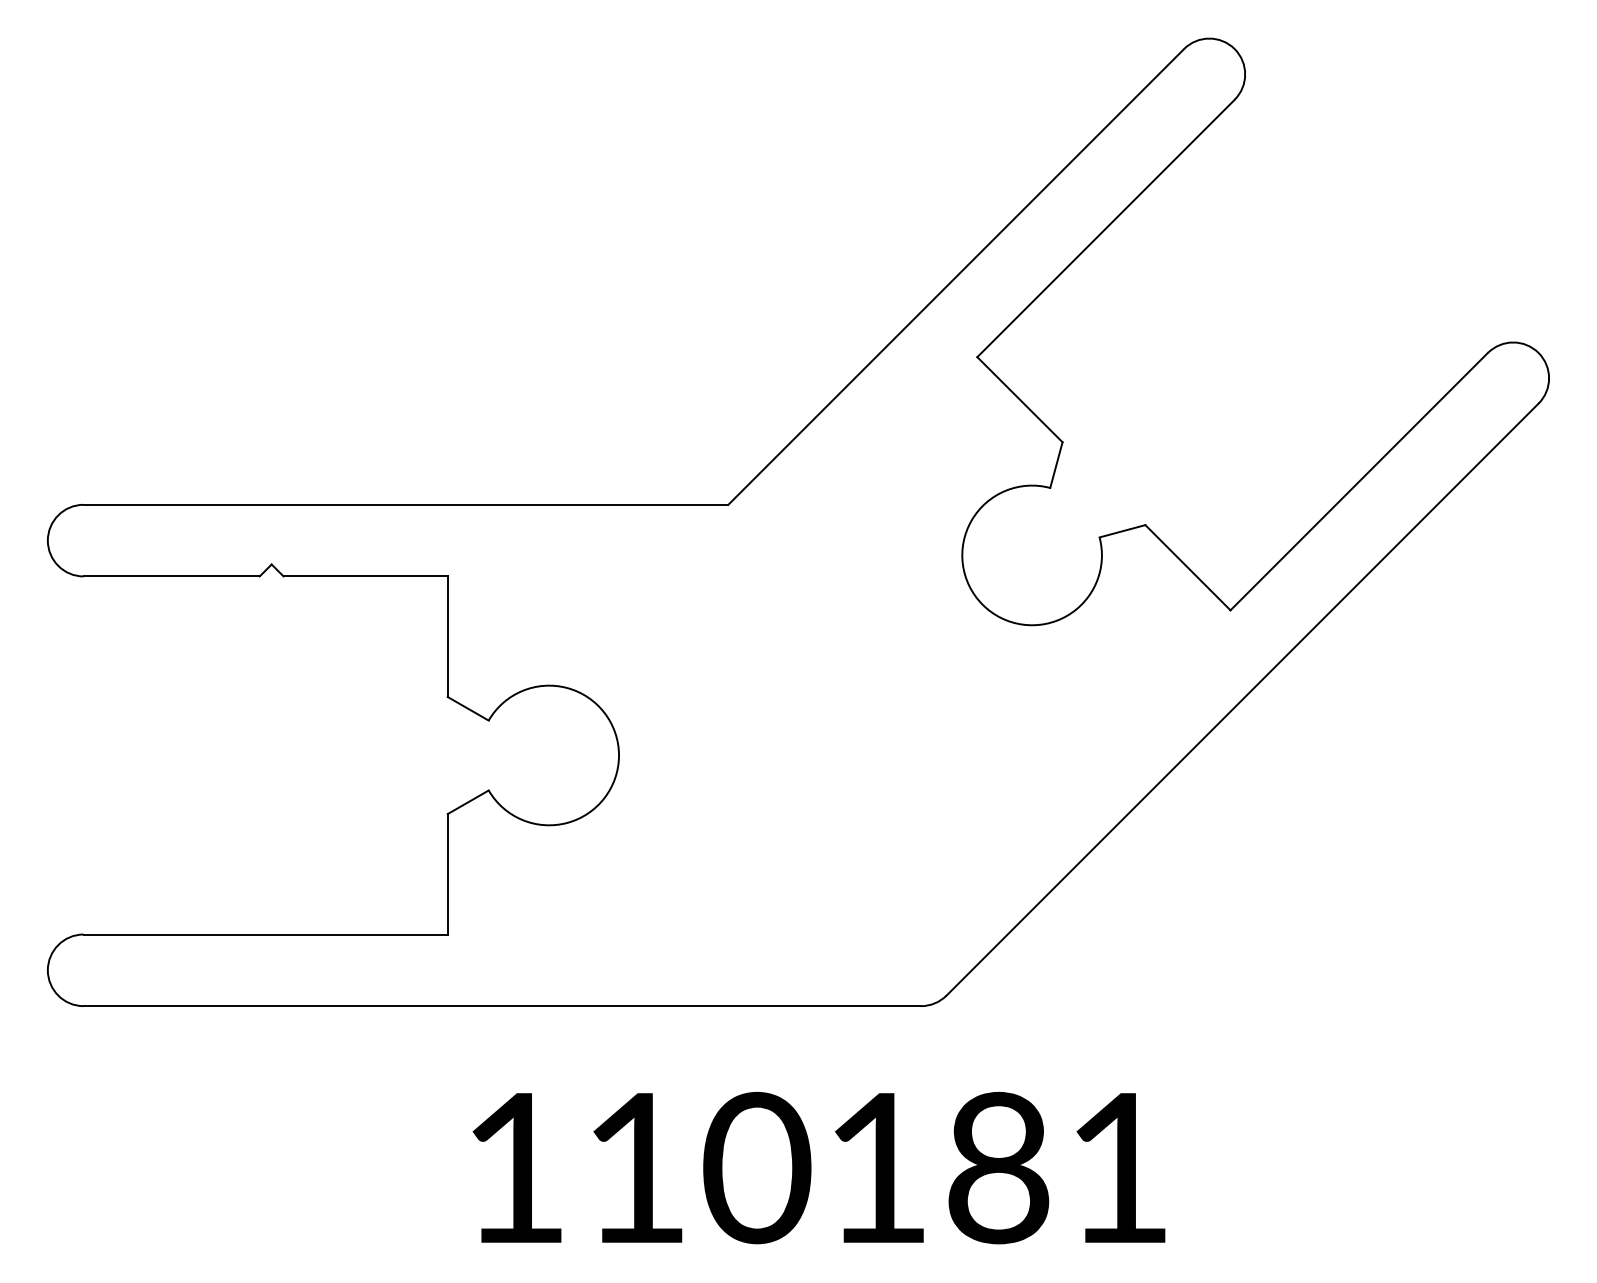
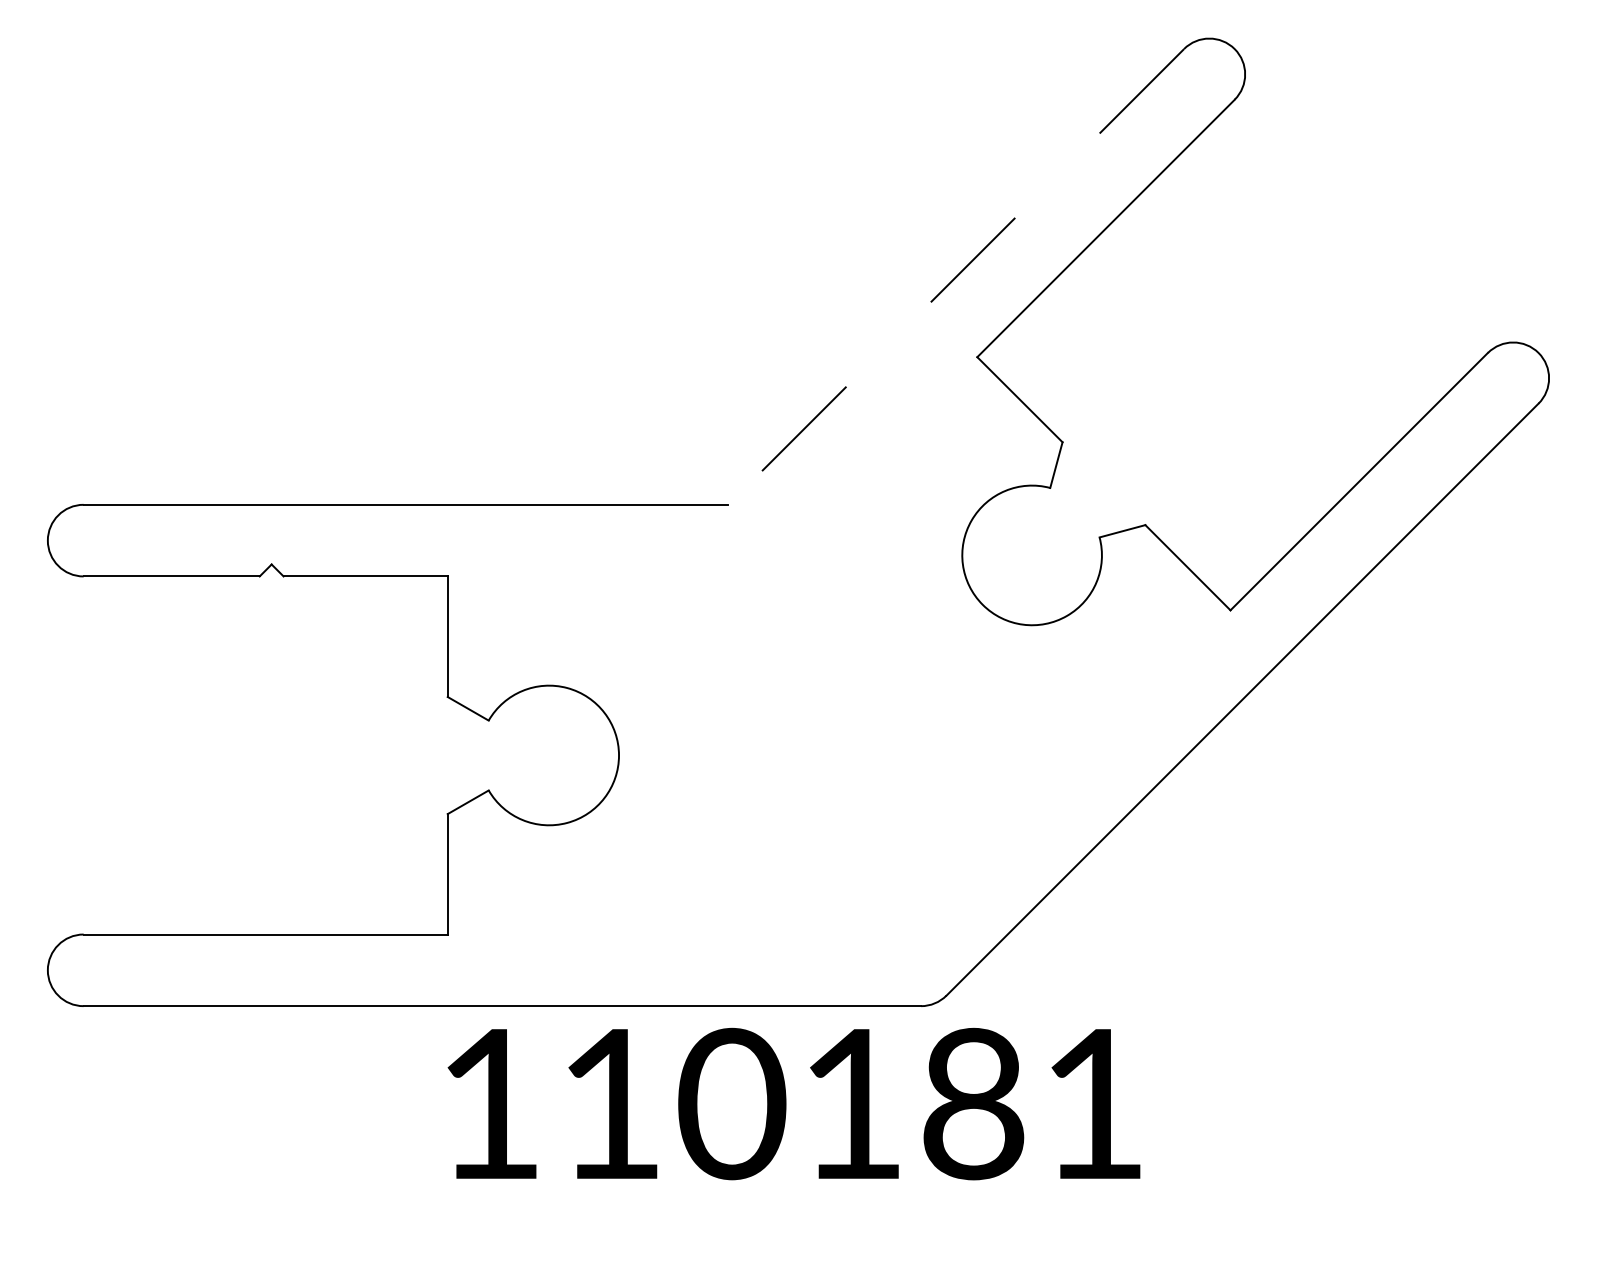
line at (955, 277): solid -> dashed
text at (818, 1167) position: (818, 1167) -> (793, 1103)
